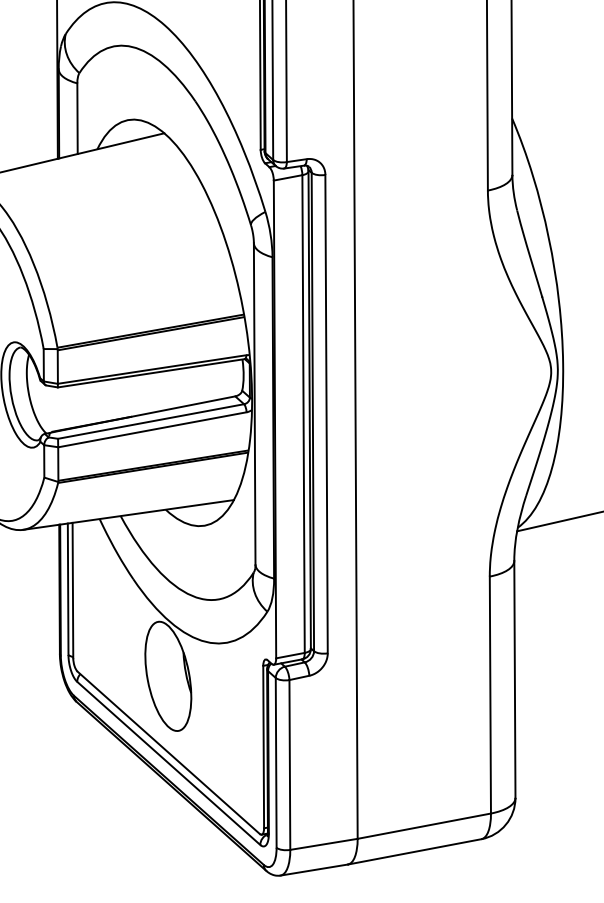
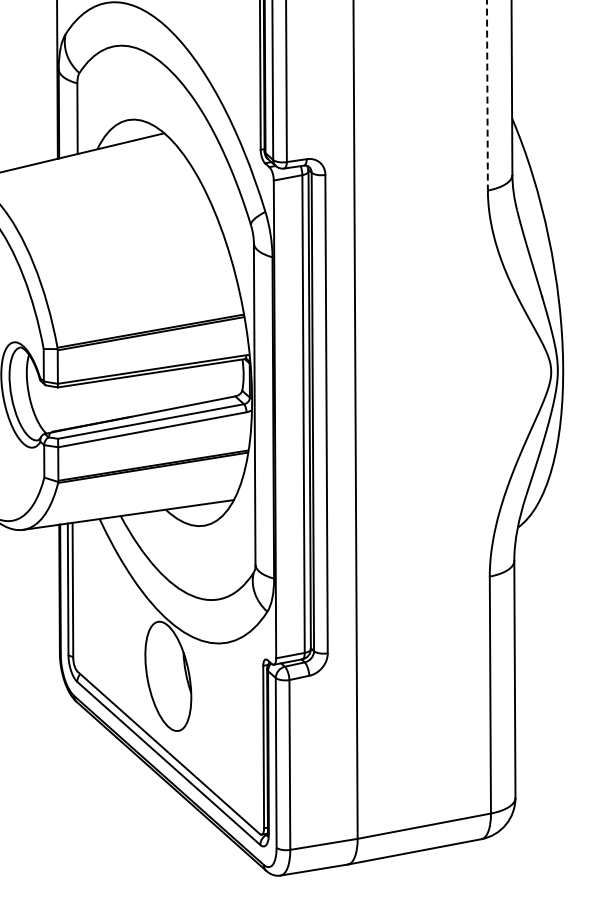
line at (487, 95): solid -> dashed
line at (558, 521): present -> none
